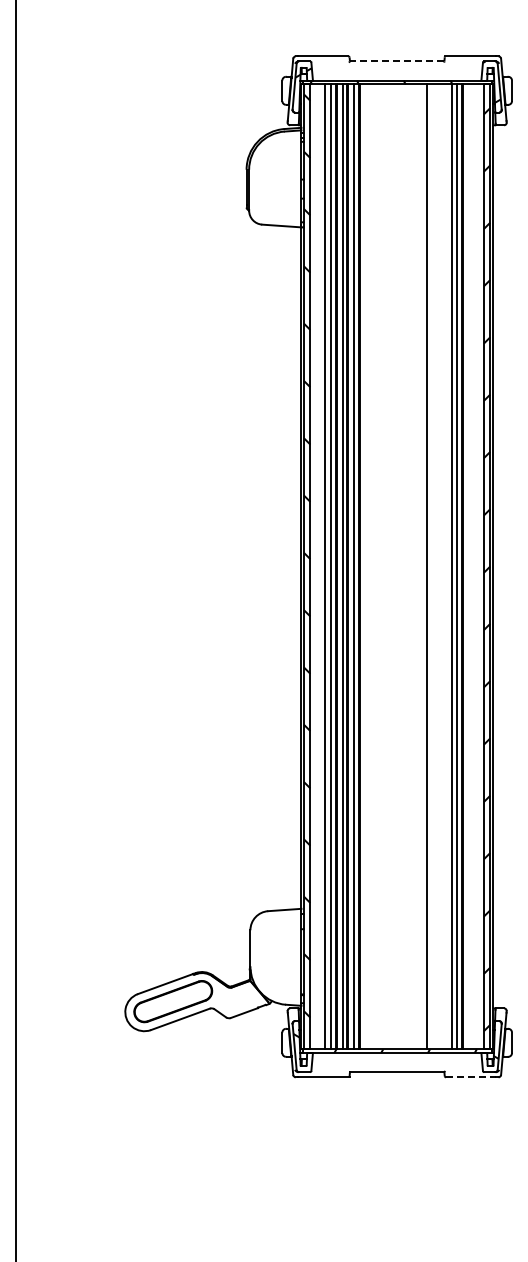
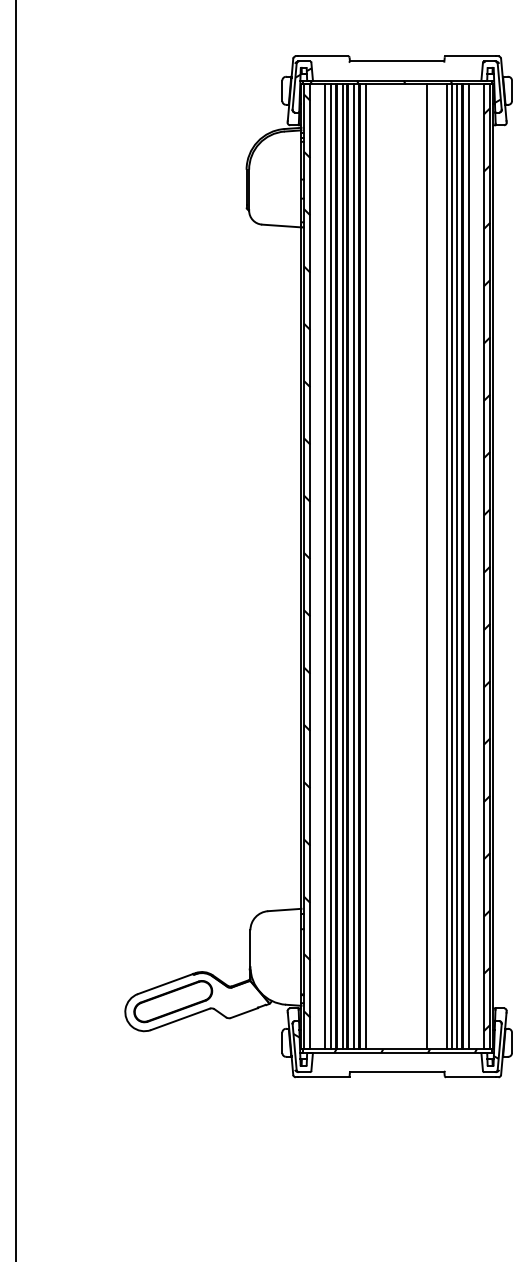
line at (396, 61): dashed -> solid
line at (365, 566): none -> present
line at (446, 566): none -> present
line at (469, 566): none -> present
line at (471, 1077): dashed -> solid
